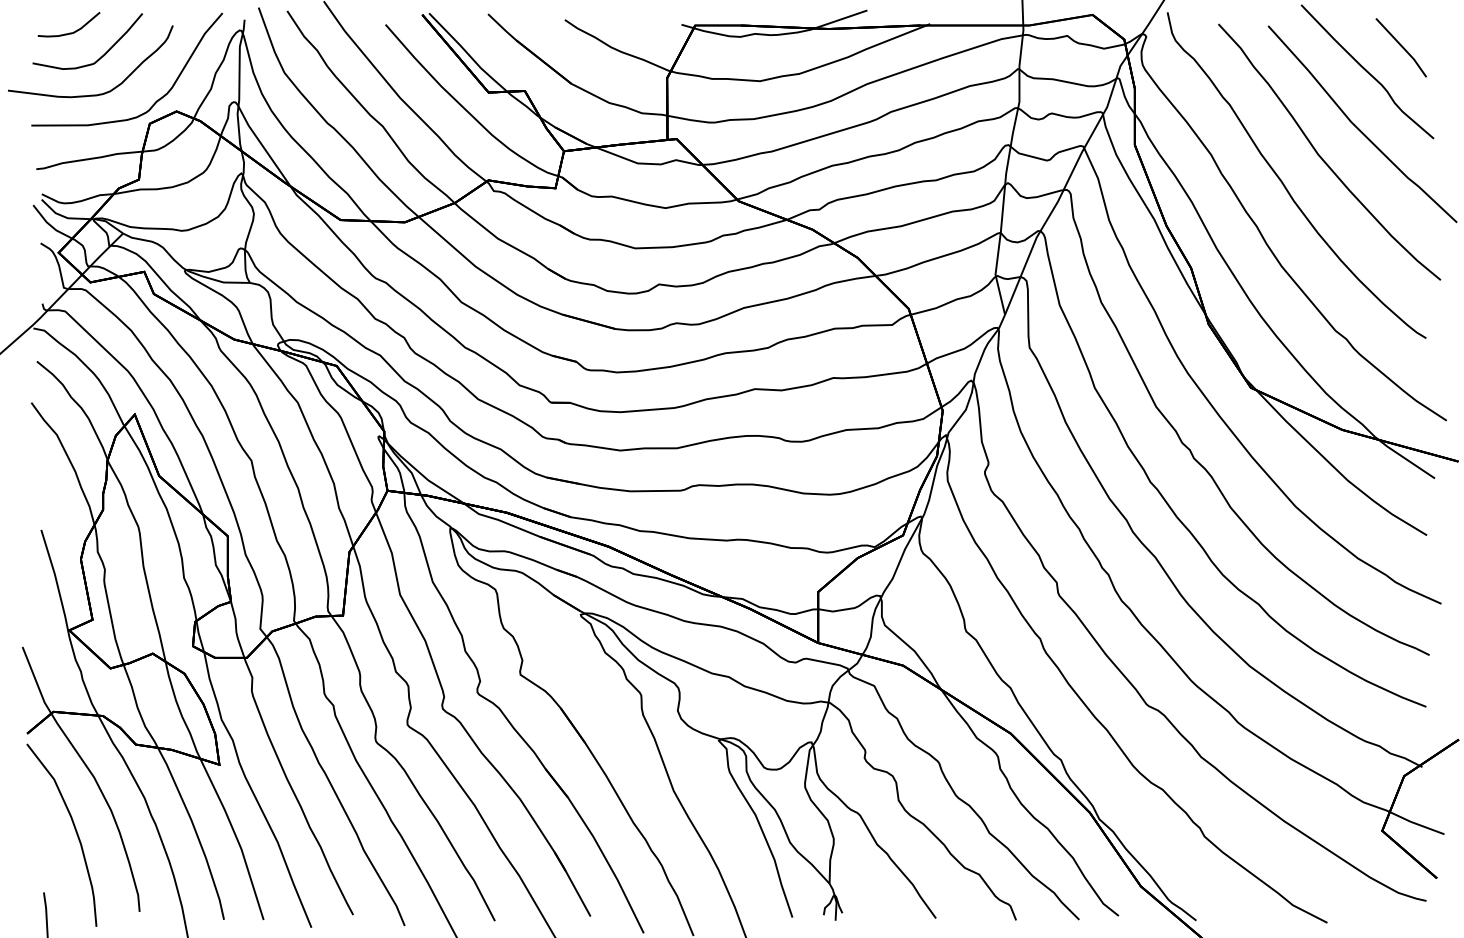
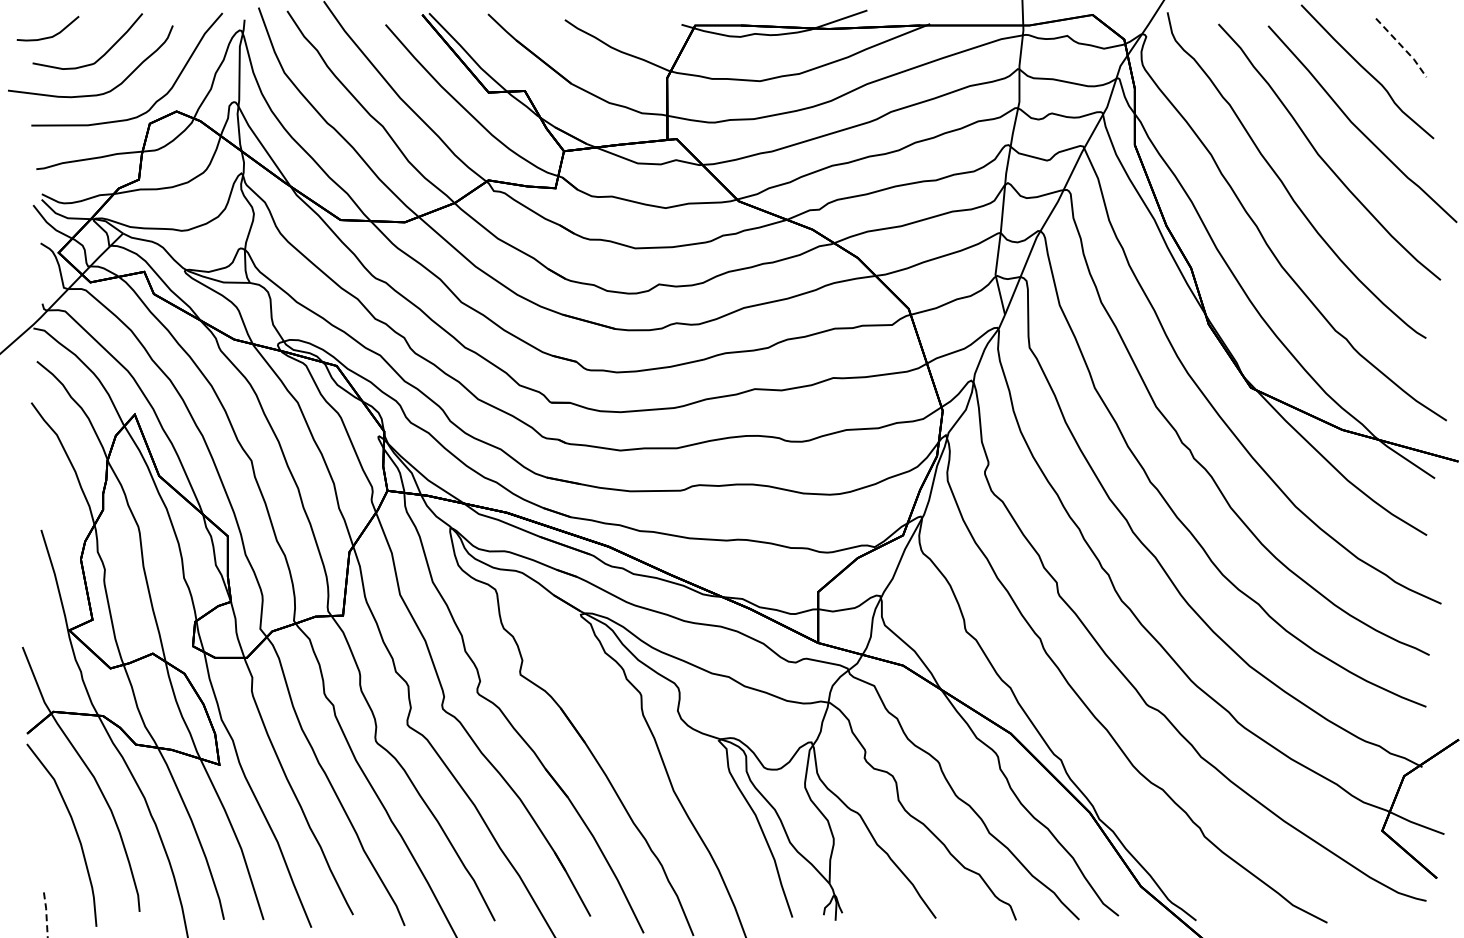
curve at (69, 32) position: (69, 32) -> (48, 36)
line at (1403, 47): solid -> dashed
line at (46, 915): solid -> dashed
